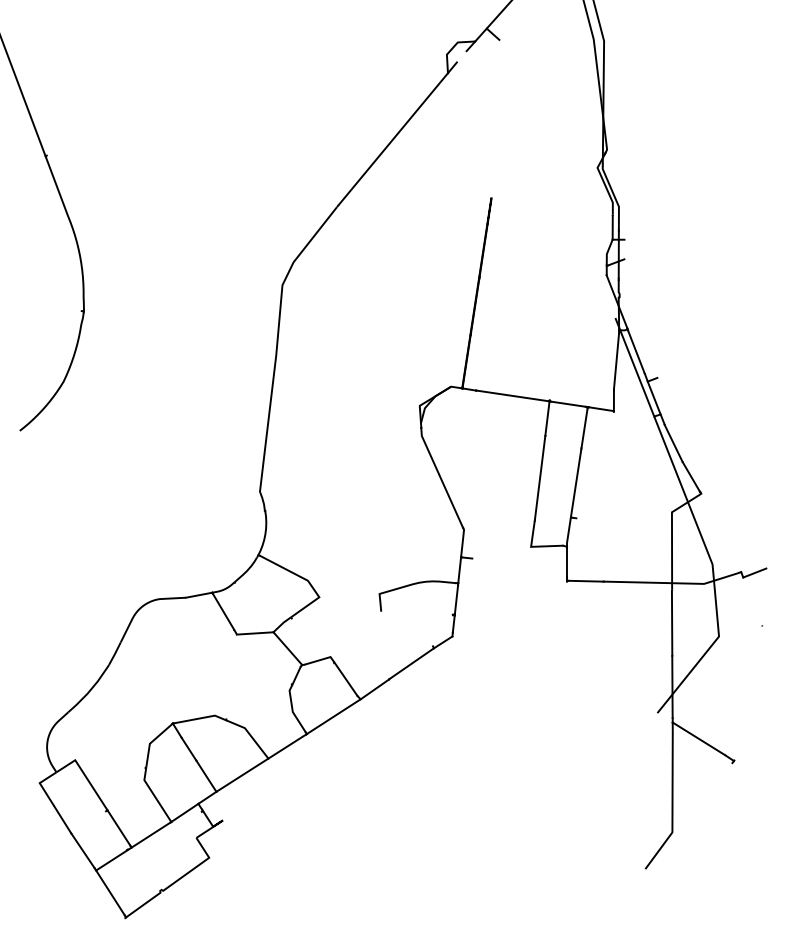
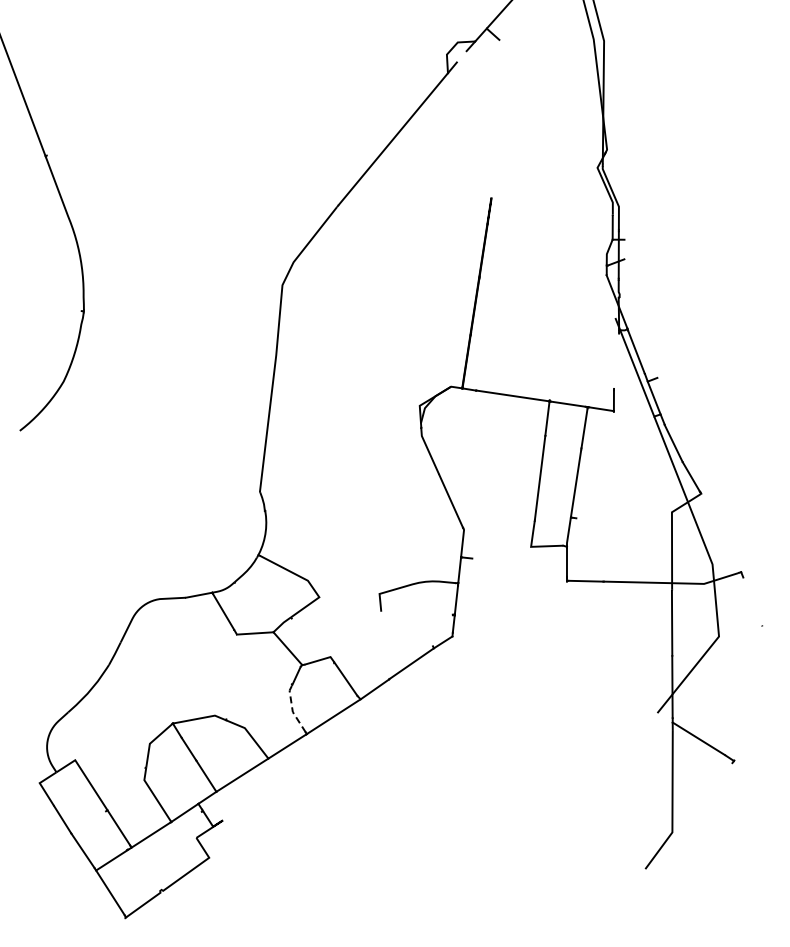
line at (616, 360): present -> none
line at (754, 572): present -> none
line at (292, 710): solid -> dashed
